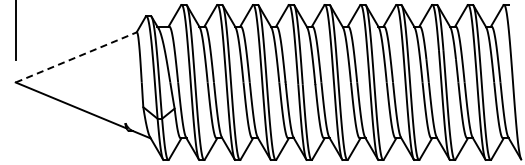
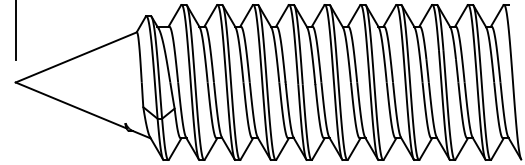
line at (76, 57): dashed -> solid
